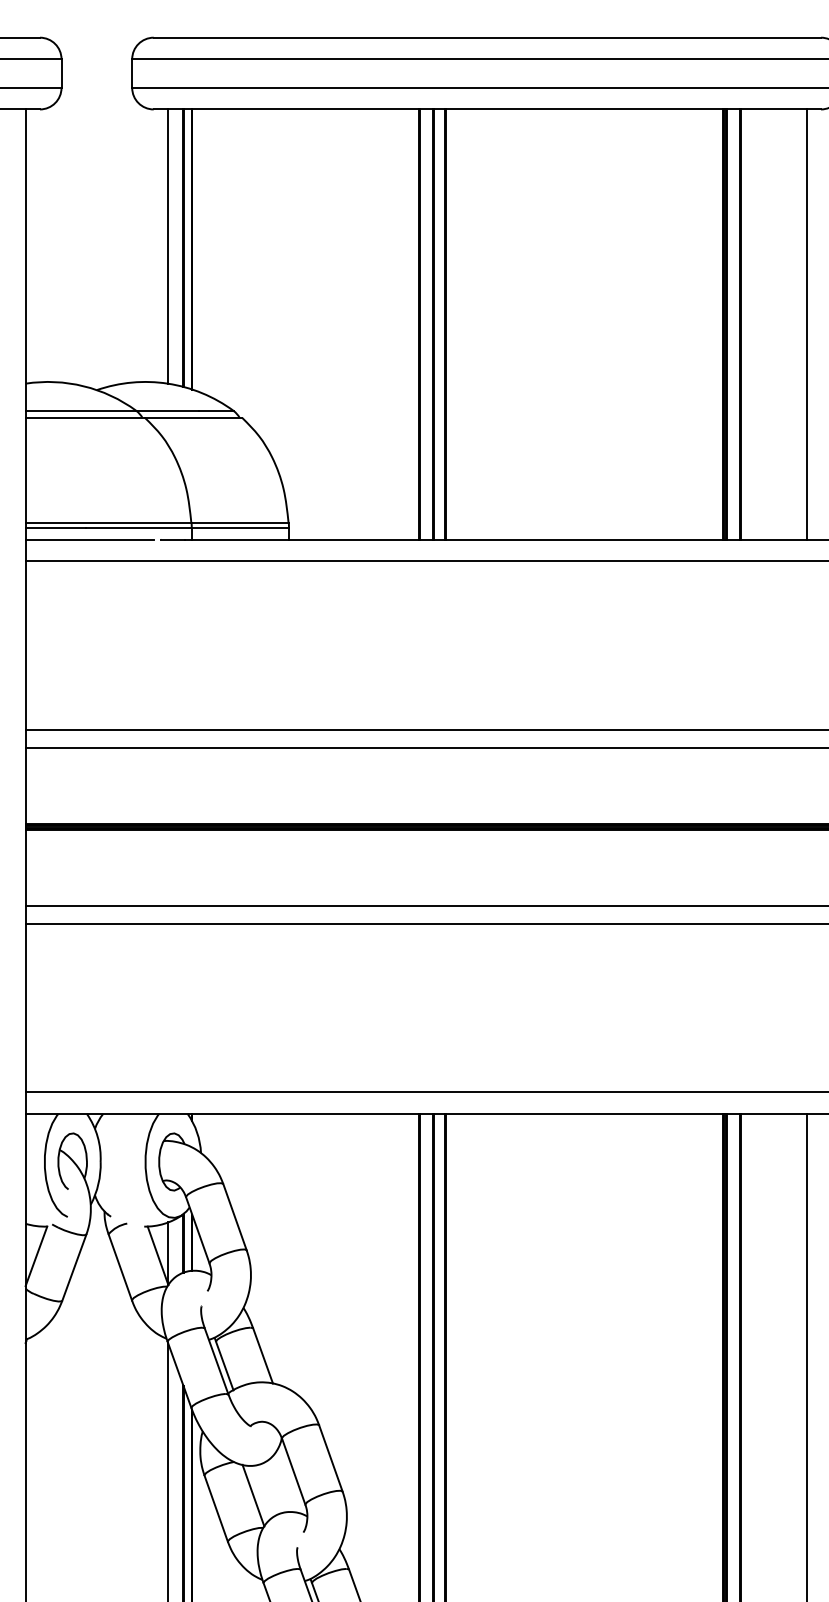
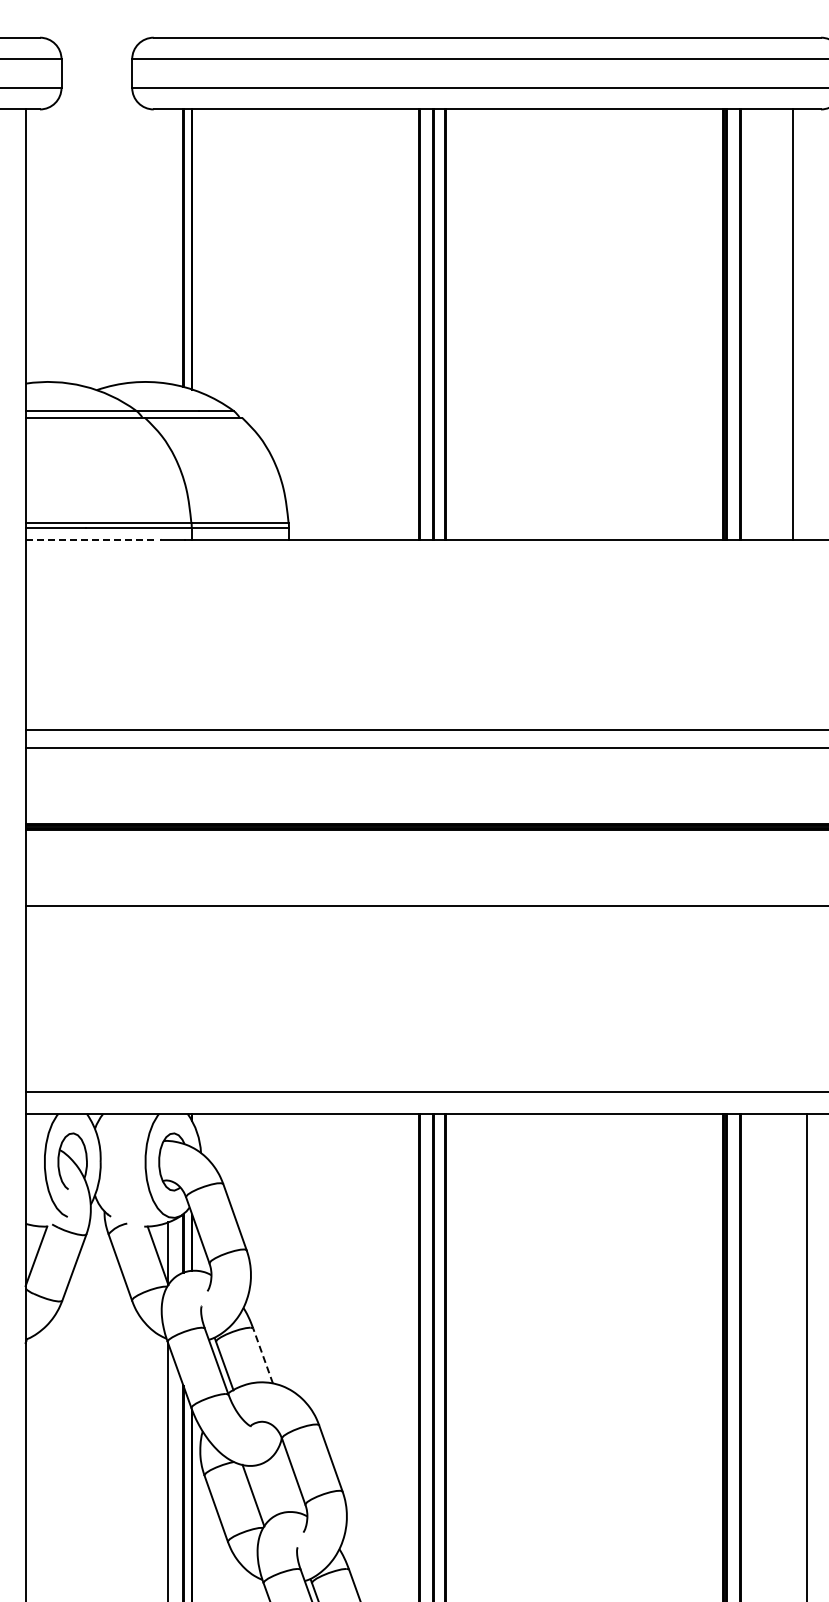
line at (168, 246): present -> none
line at (806, 324) position: (806, 324) -> (792, 324)
line at (89, 539): solid -> dashed
line at (425, 561): present -> none
line at (425, 923): present -> none
line at (262, 1355): solid -> dashed
